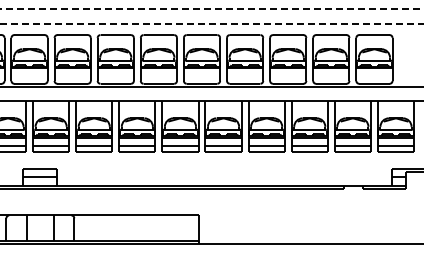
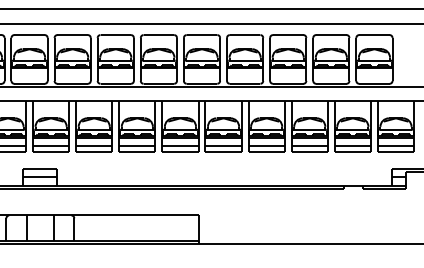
line at (212, 9): dashed -> solid
line at (211, 24): dashed -> solid
